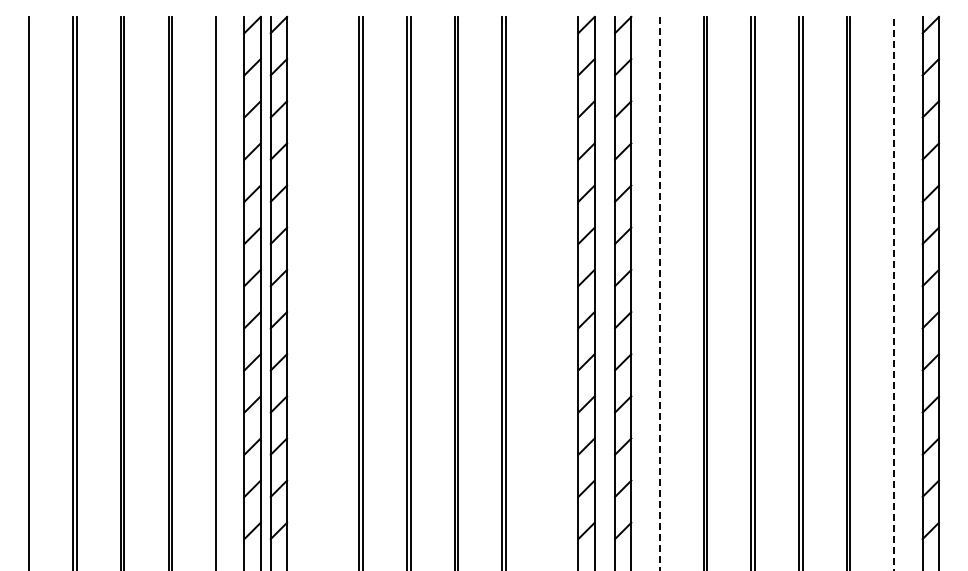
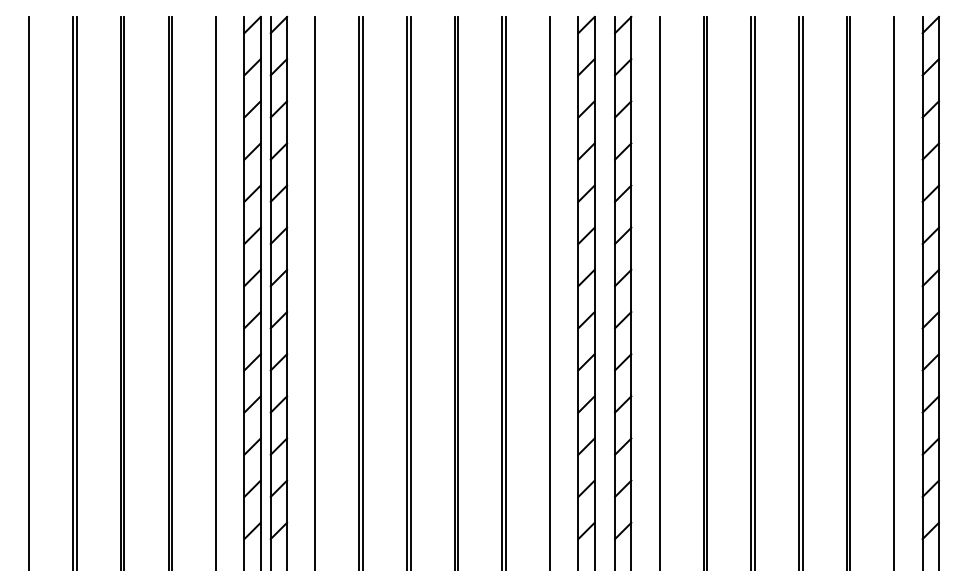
line at (315, 291): none -> present
line at (550, 291): none -> present
line at (659, 293): dashed -> solid
line at (894, 293): dashed -> solid
